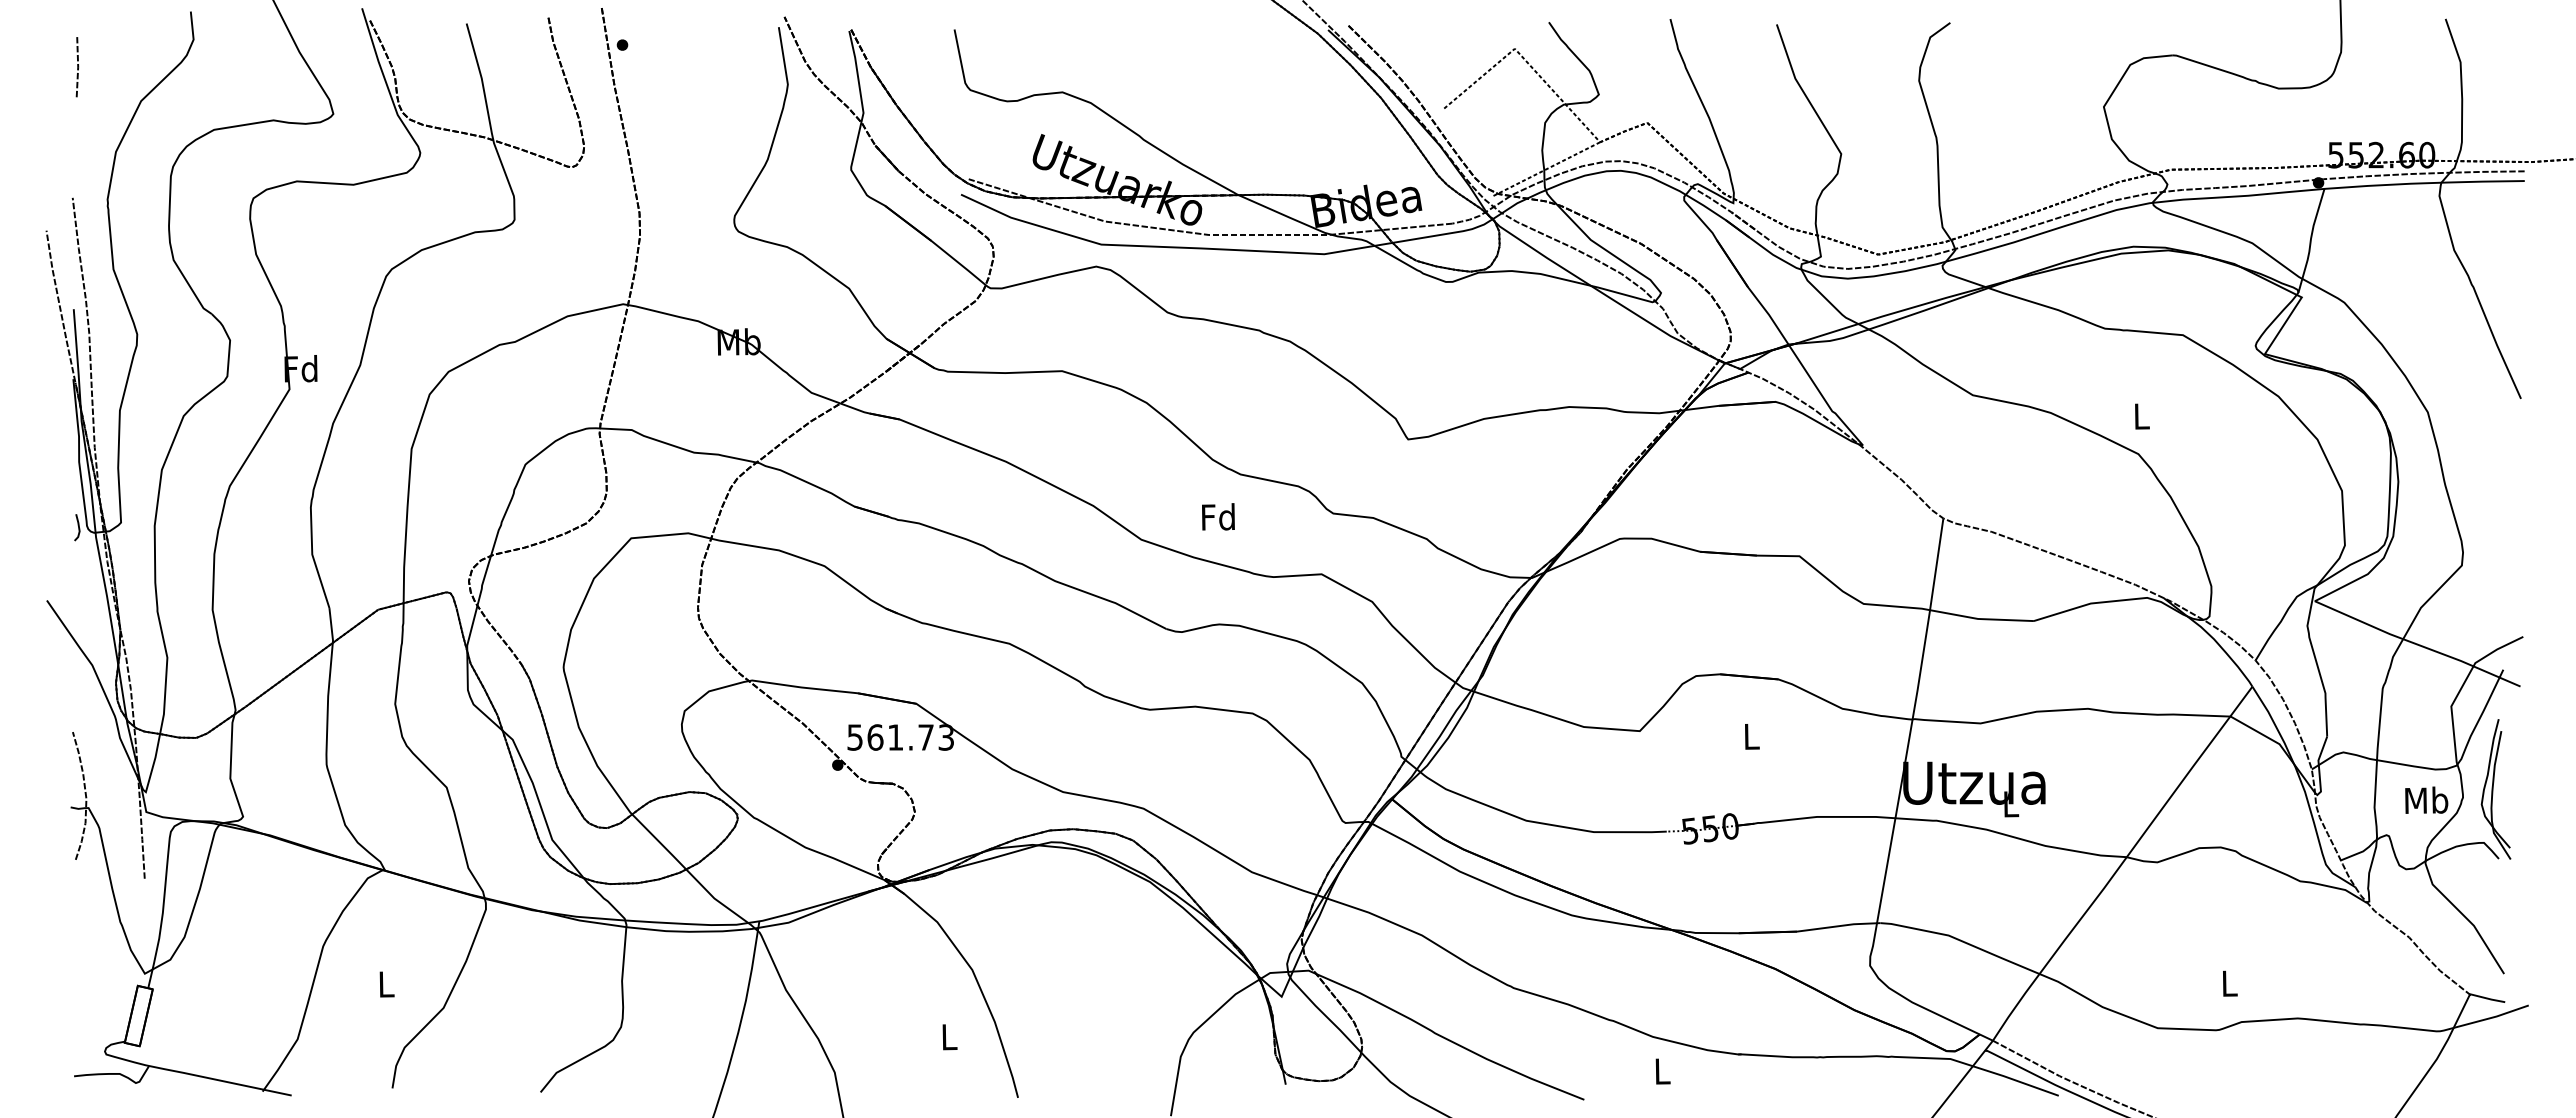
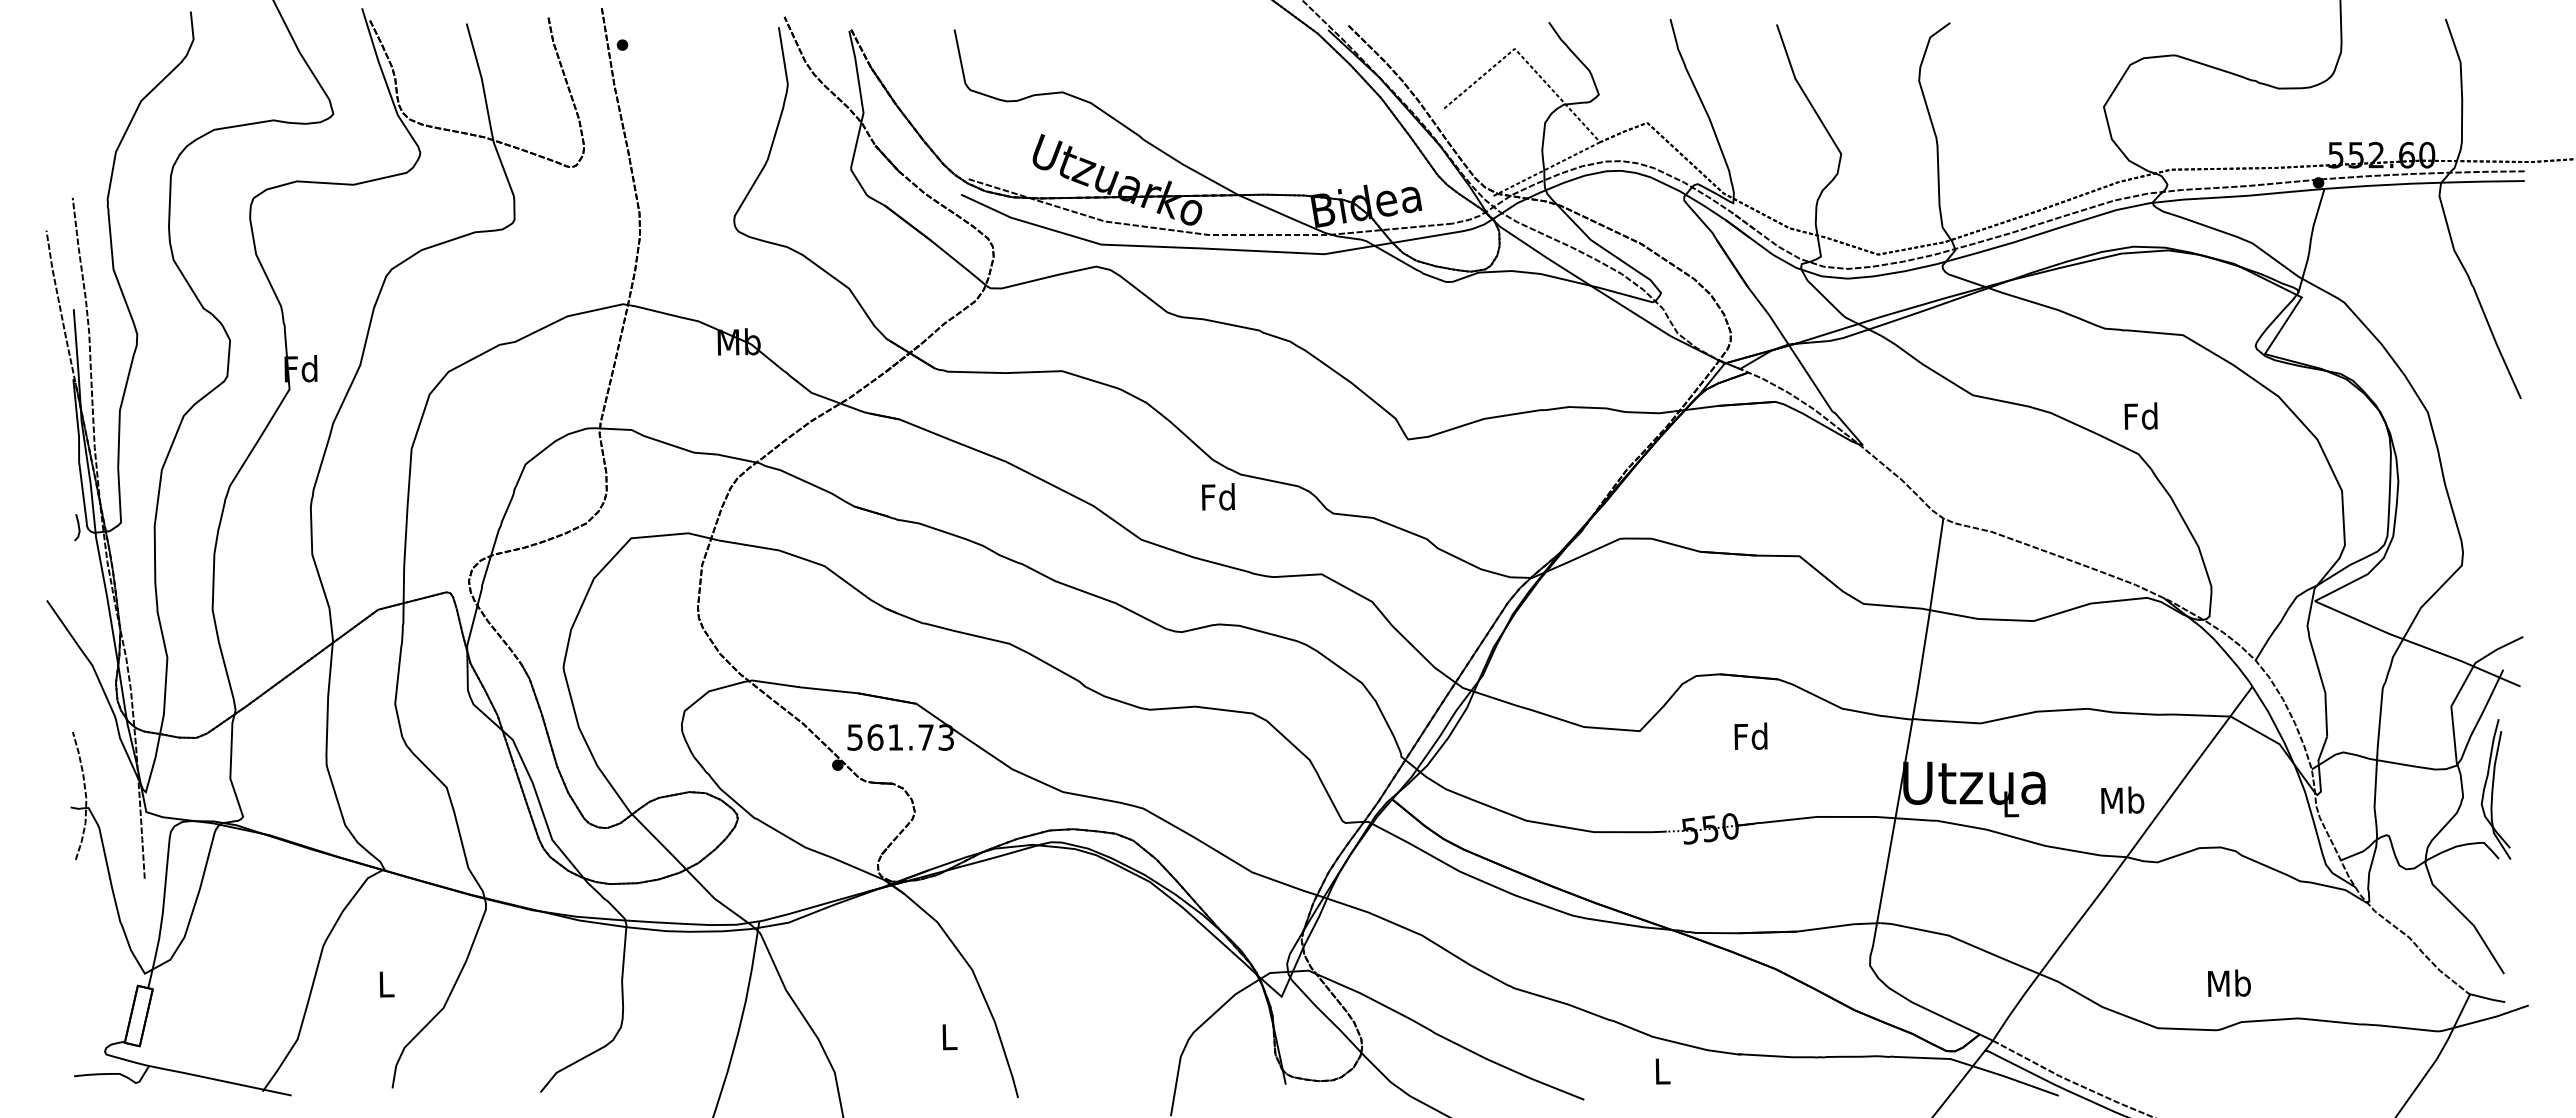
line at (77, 67): present -> none
text at (2140, 415): L -> Fd
text at (1218, 516) position: (1218, 516) -> (1218, 496)
text at (1750, 735): L -> Fd
text at (2426, 799) position: (2426, 799) -> (2122, 799)
text at (2229, 982): L -> Mb
